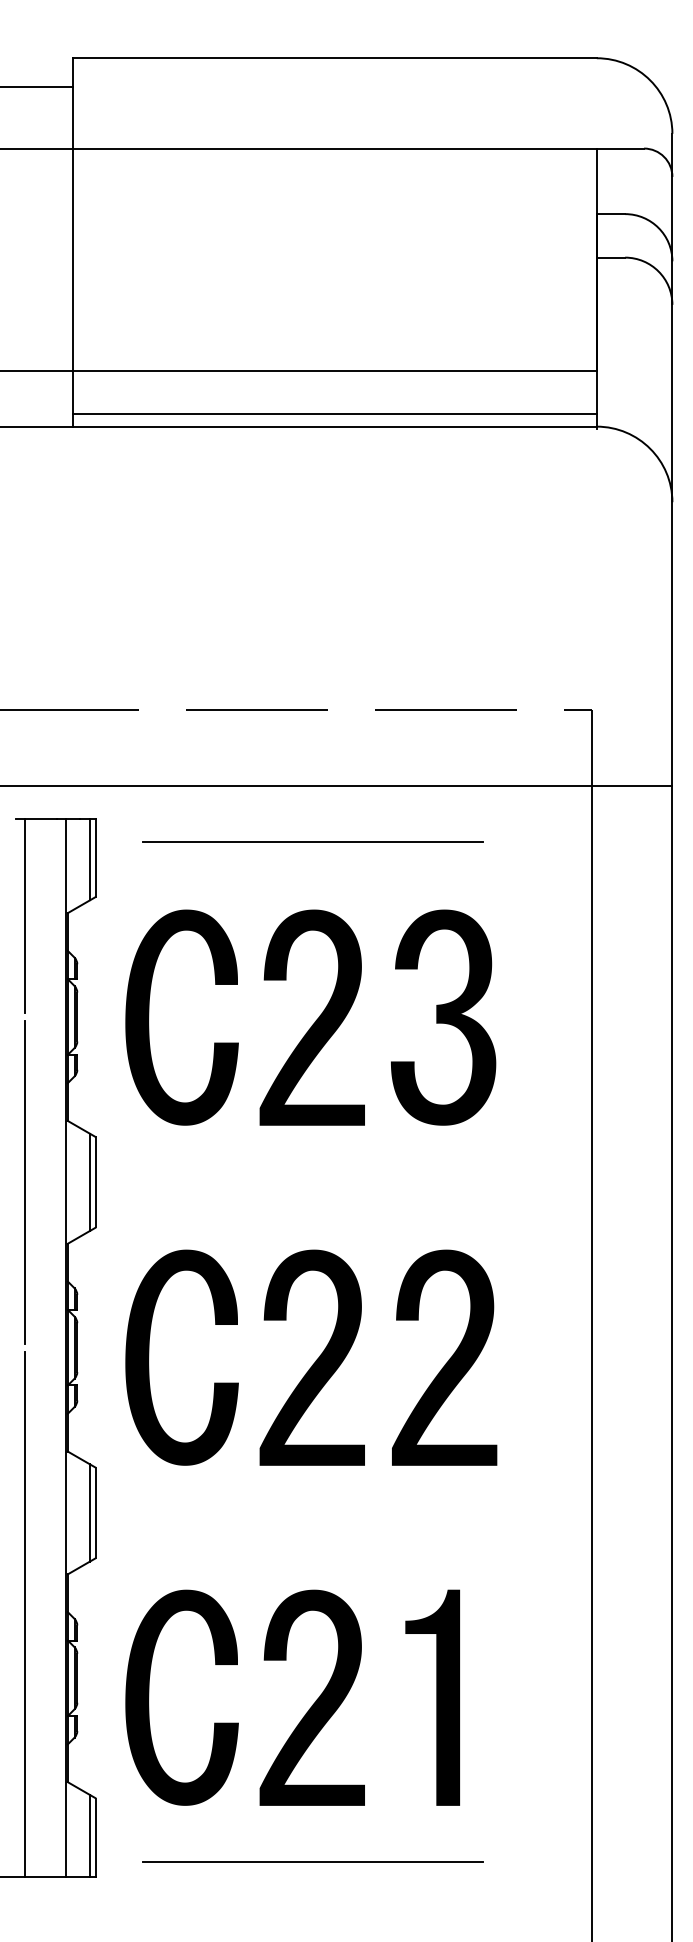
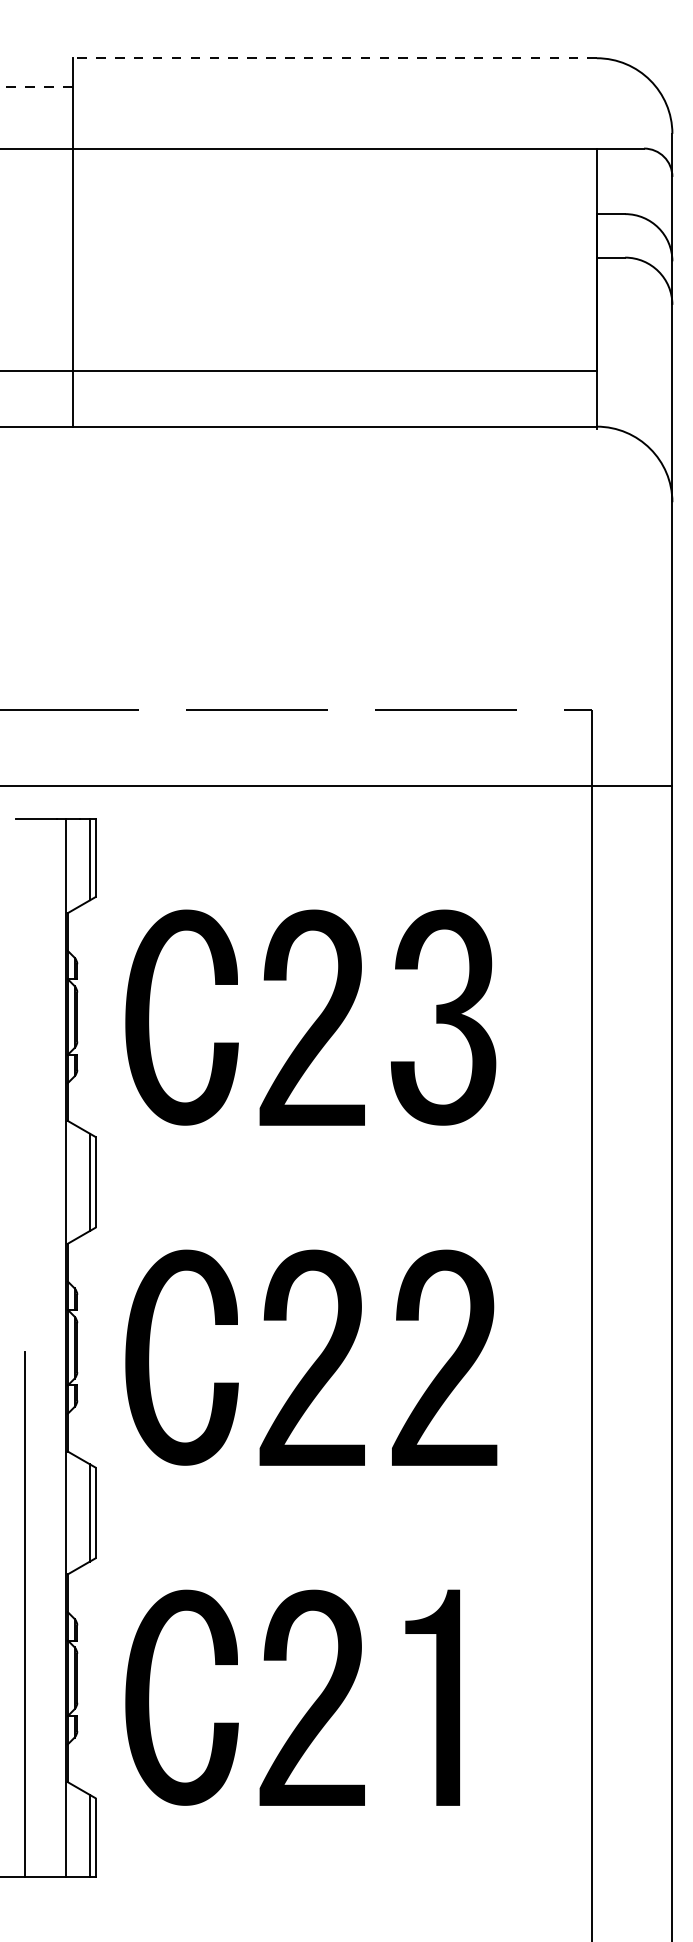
line at (334, 58): solid -> dashed
line at (36, 86): solid -> dashed
line at (334, 413): present -> none
line at (312, 841): present -> none
line at (25, 915): present -> none
line at (25, 1182): present -> none
line at (312, 1861): present -> none
